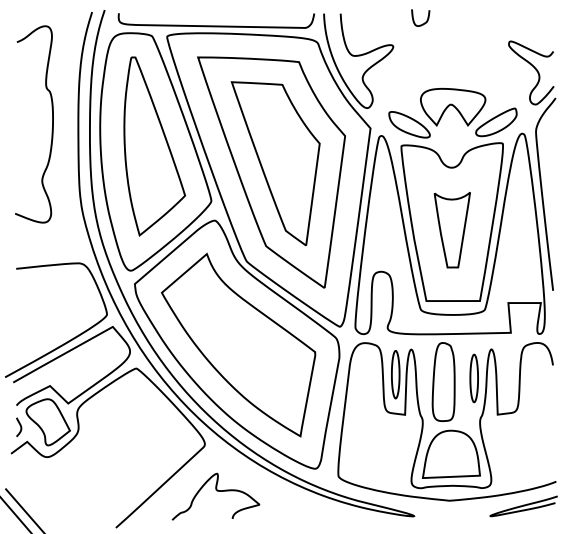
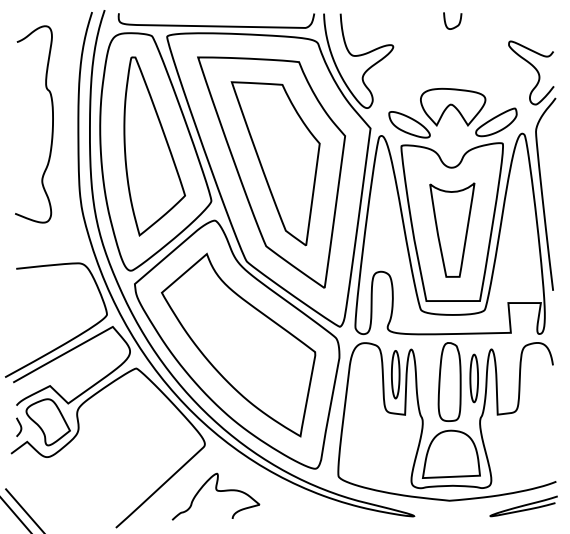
curve at (414, 19) position: (414, 19) -> (446, 22)
part at (451, 230) size: 38x77 px -> 47x96 px
part at (443, 381) position: (443, 381) -> (449, 381)
